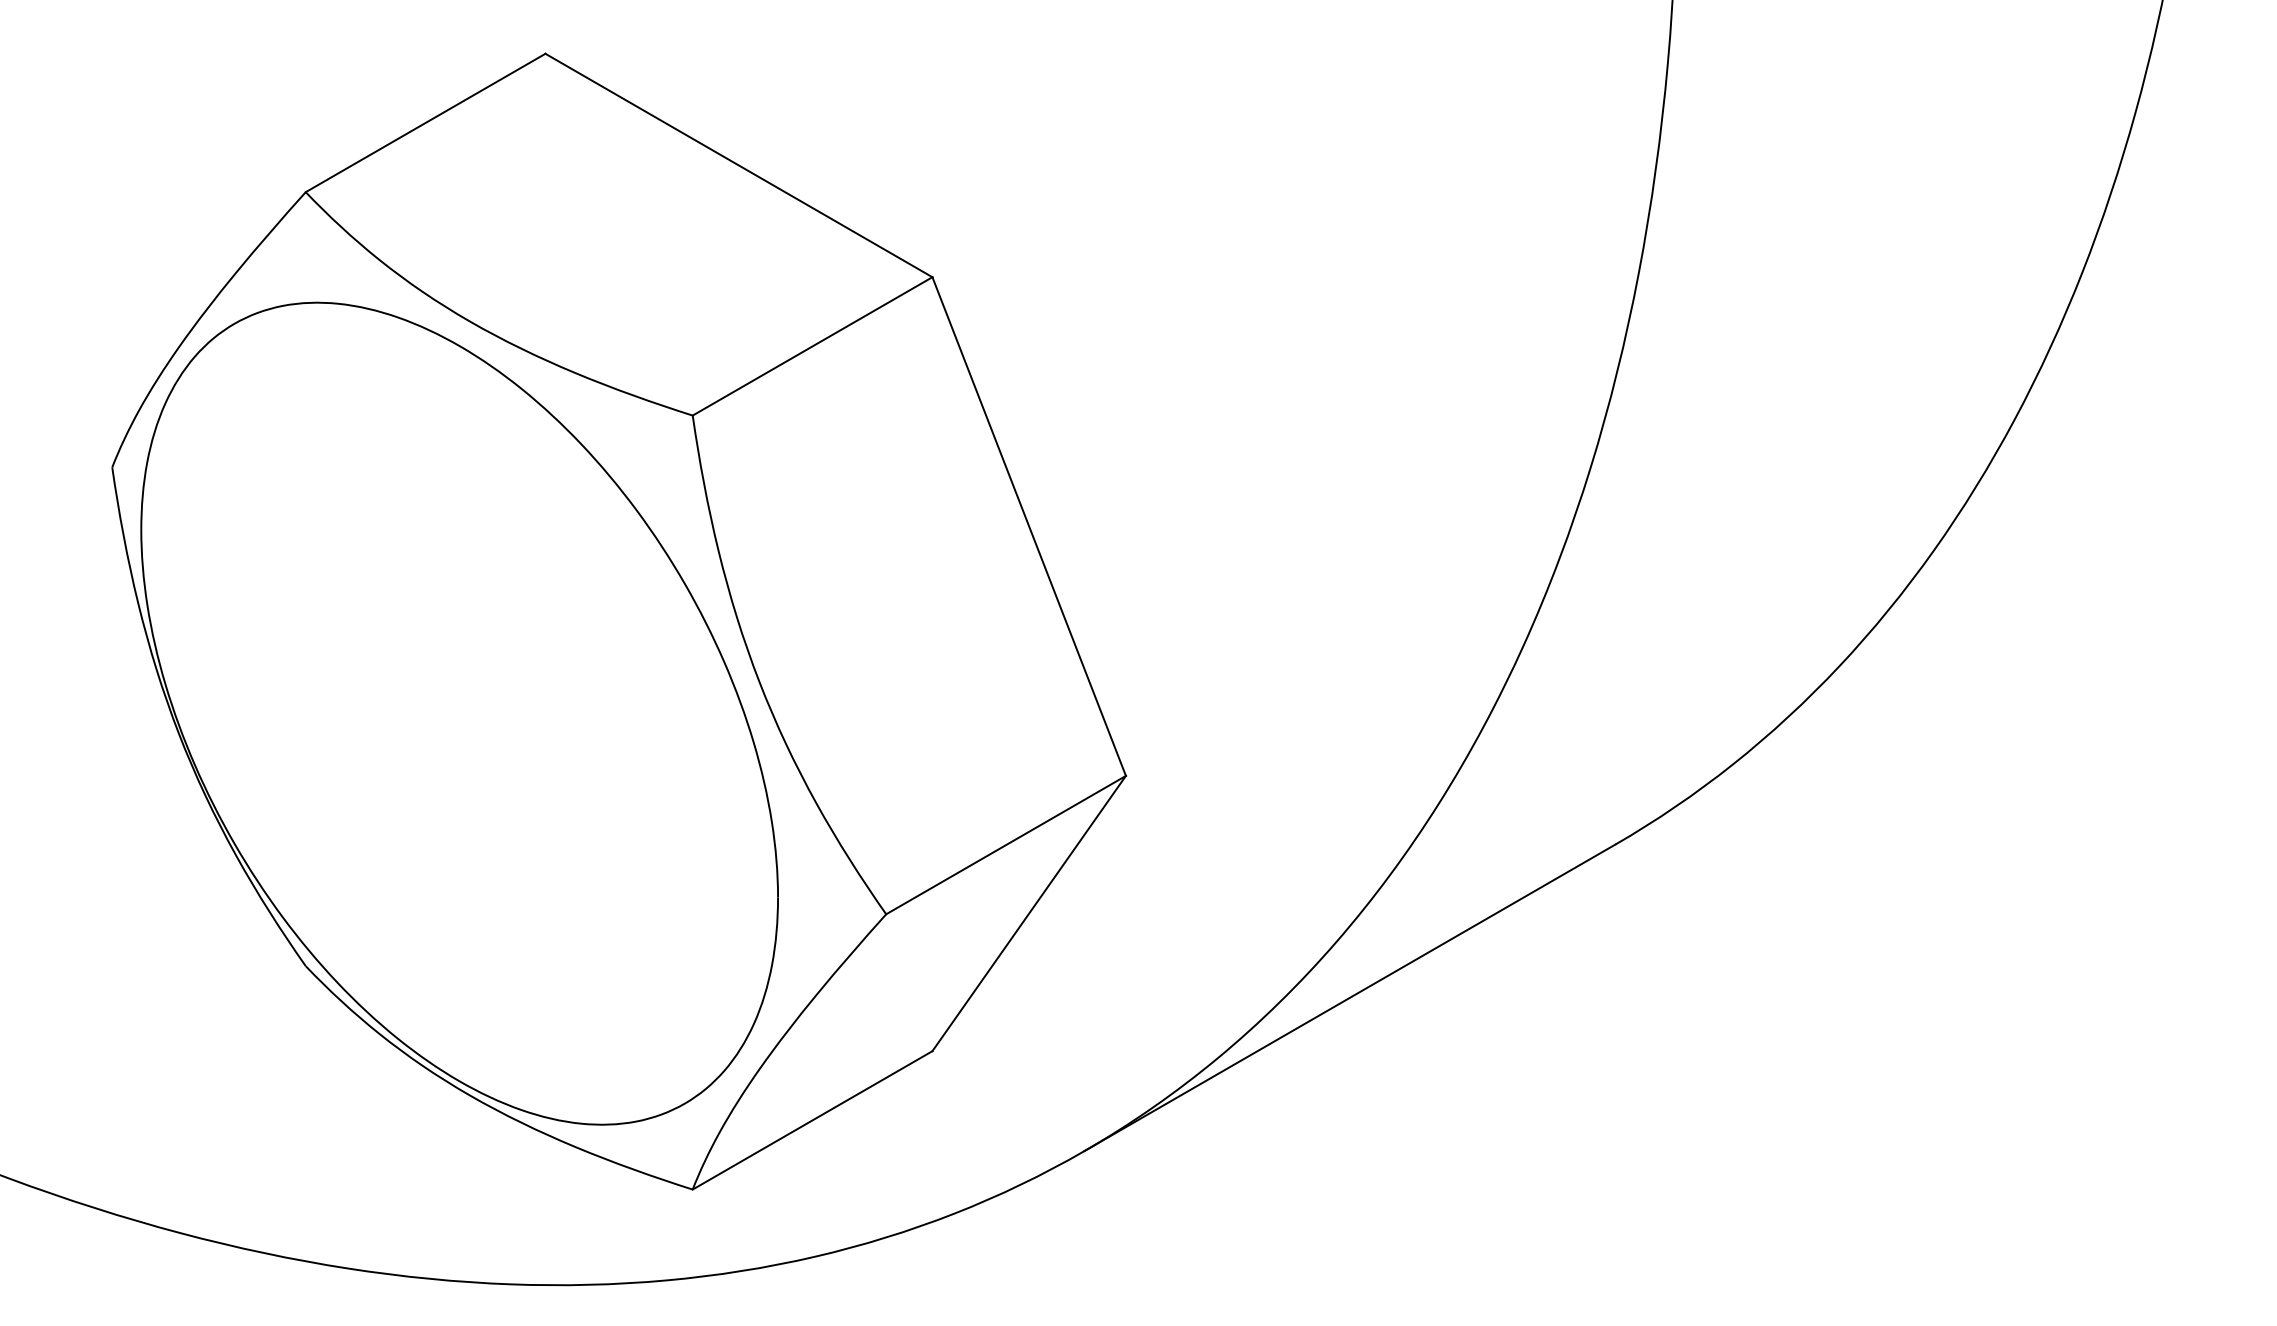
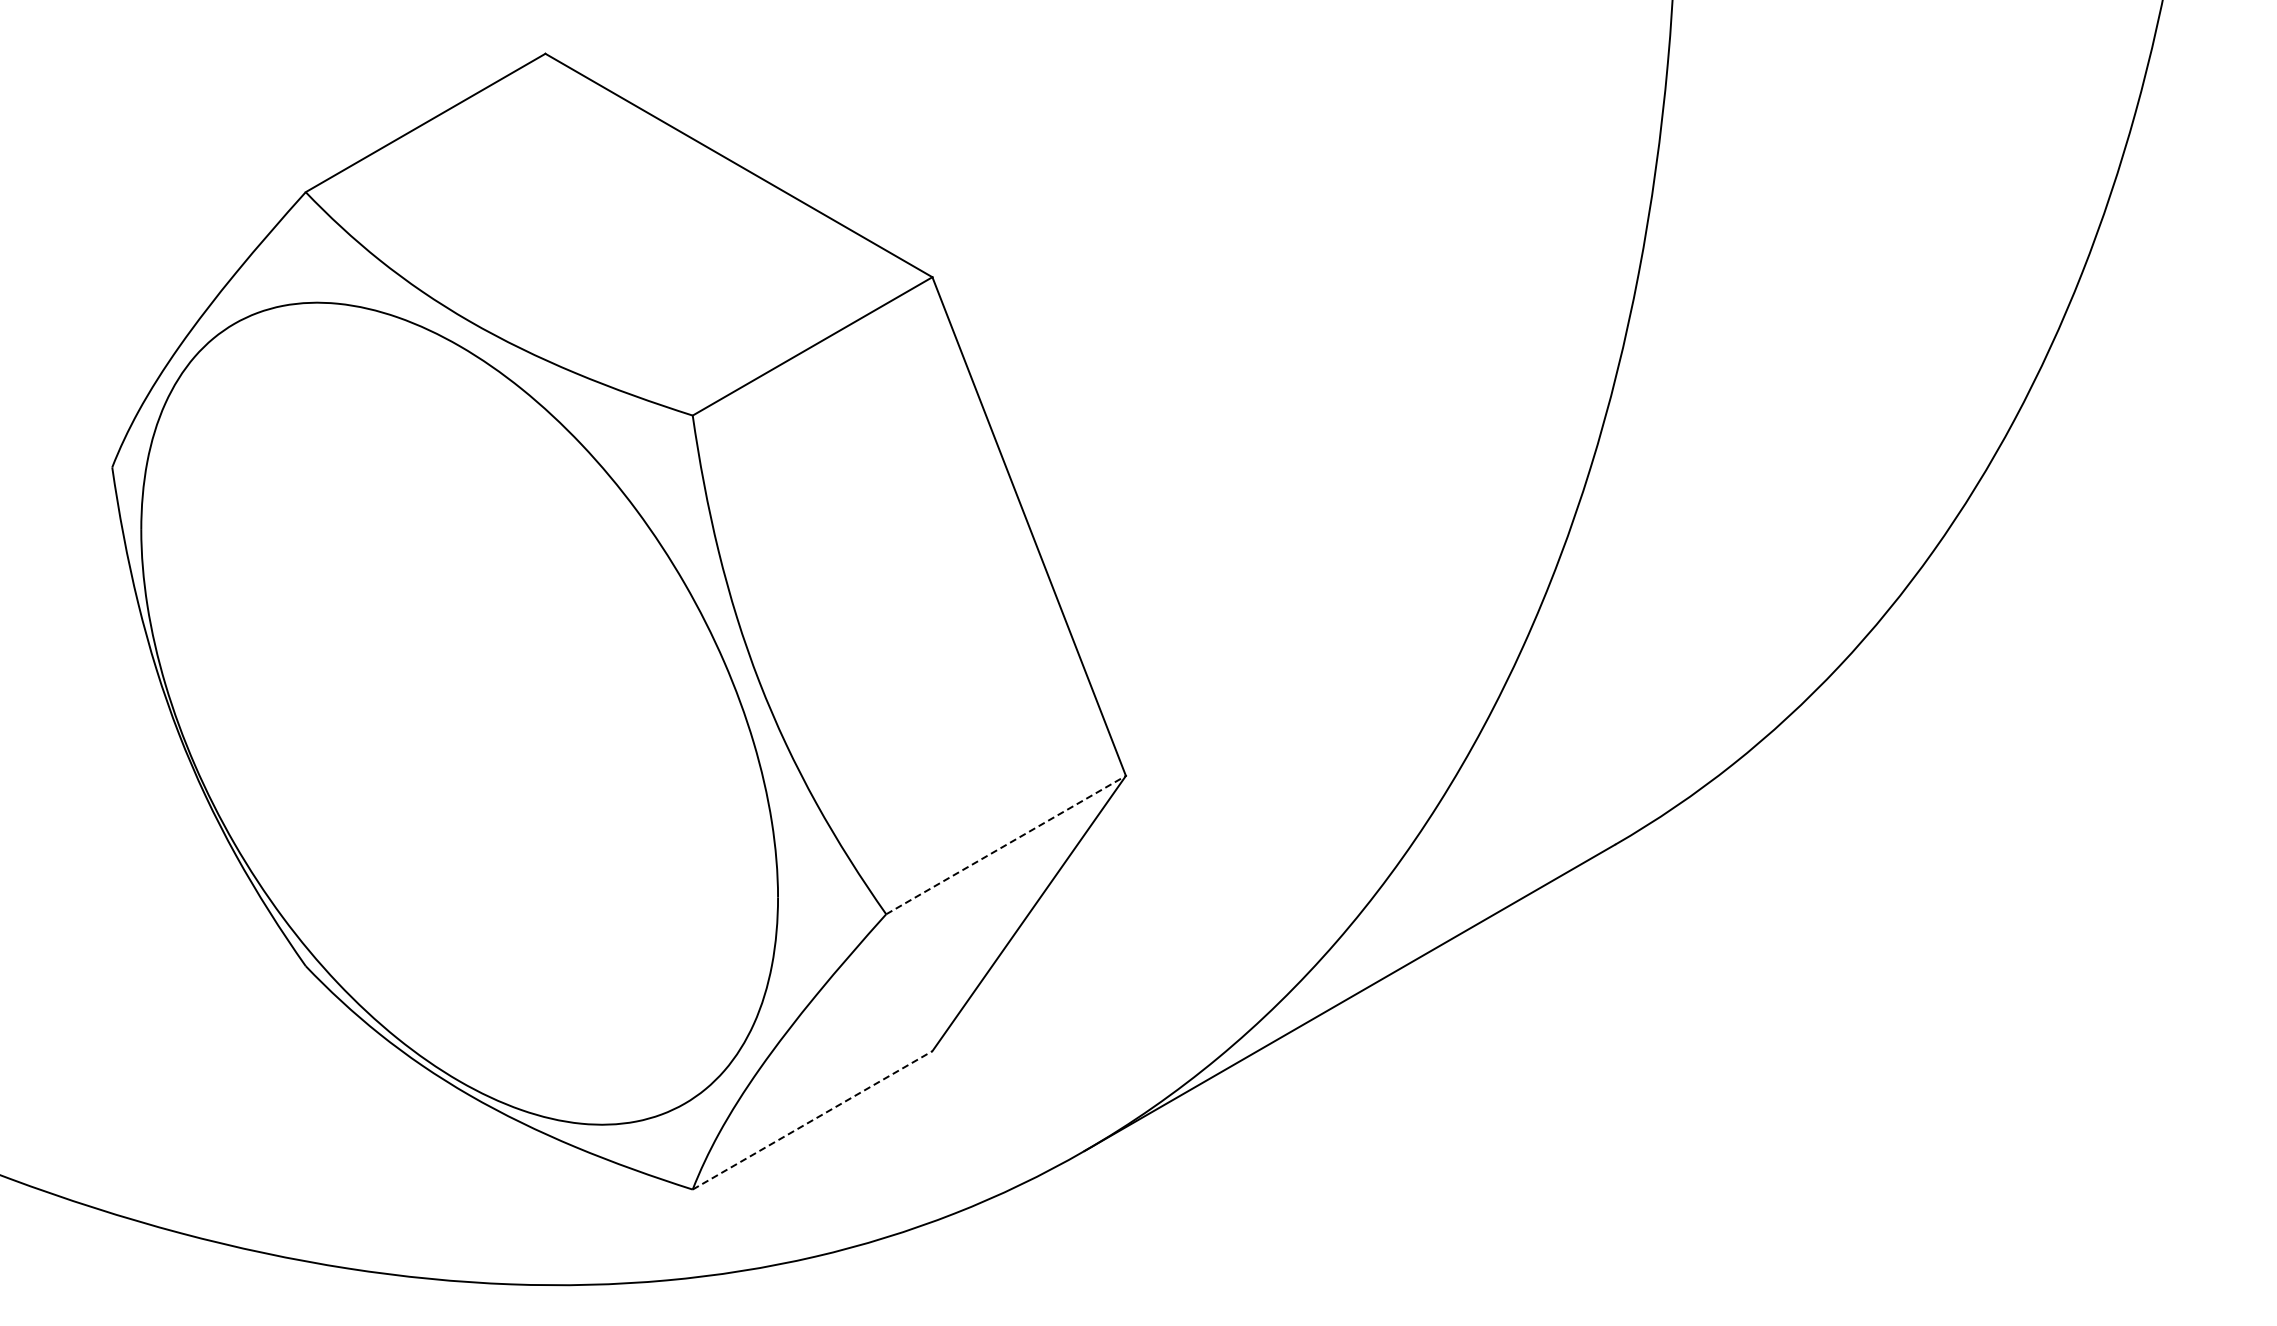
line at (1006, 844): solid -> dashed
line at (813, 1120): solid -> dashed
